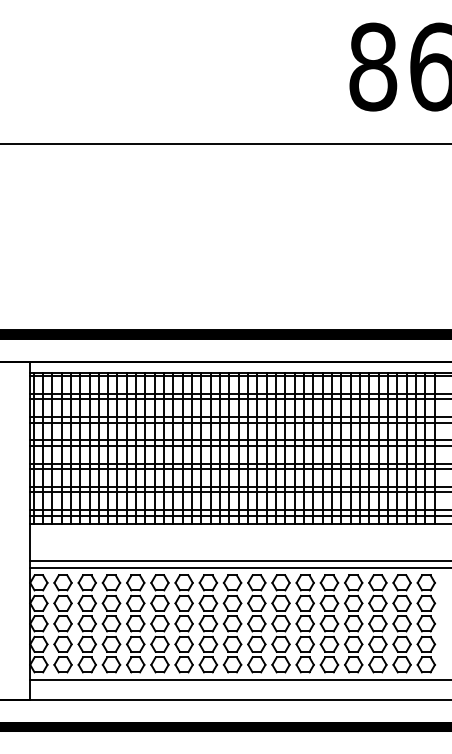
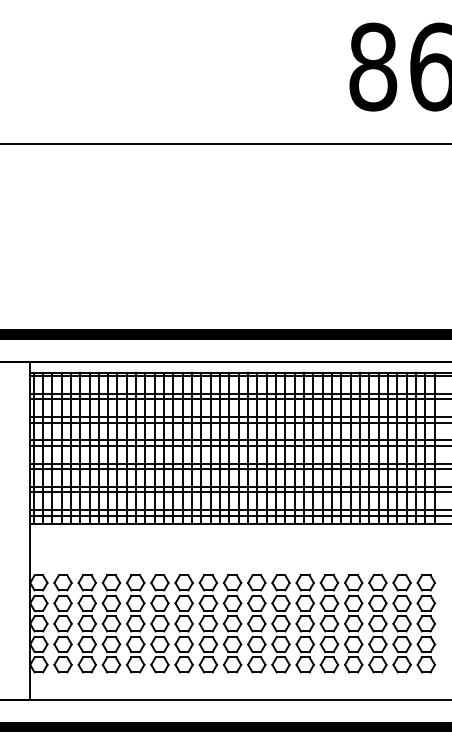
line at (238, 561): present -> none
line at (238, 567): present -> none
line at (238, 679): present -> none
